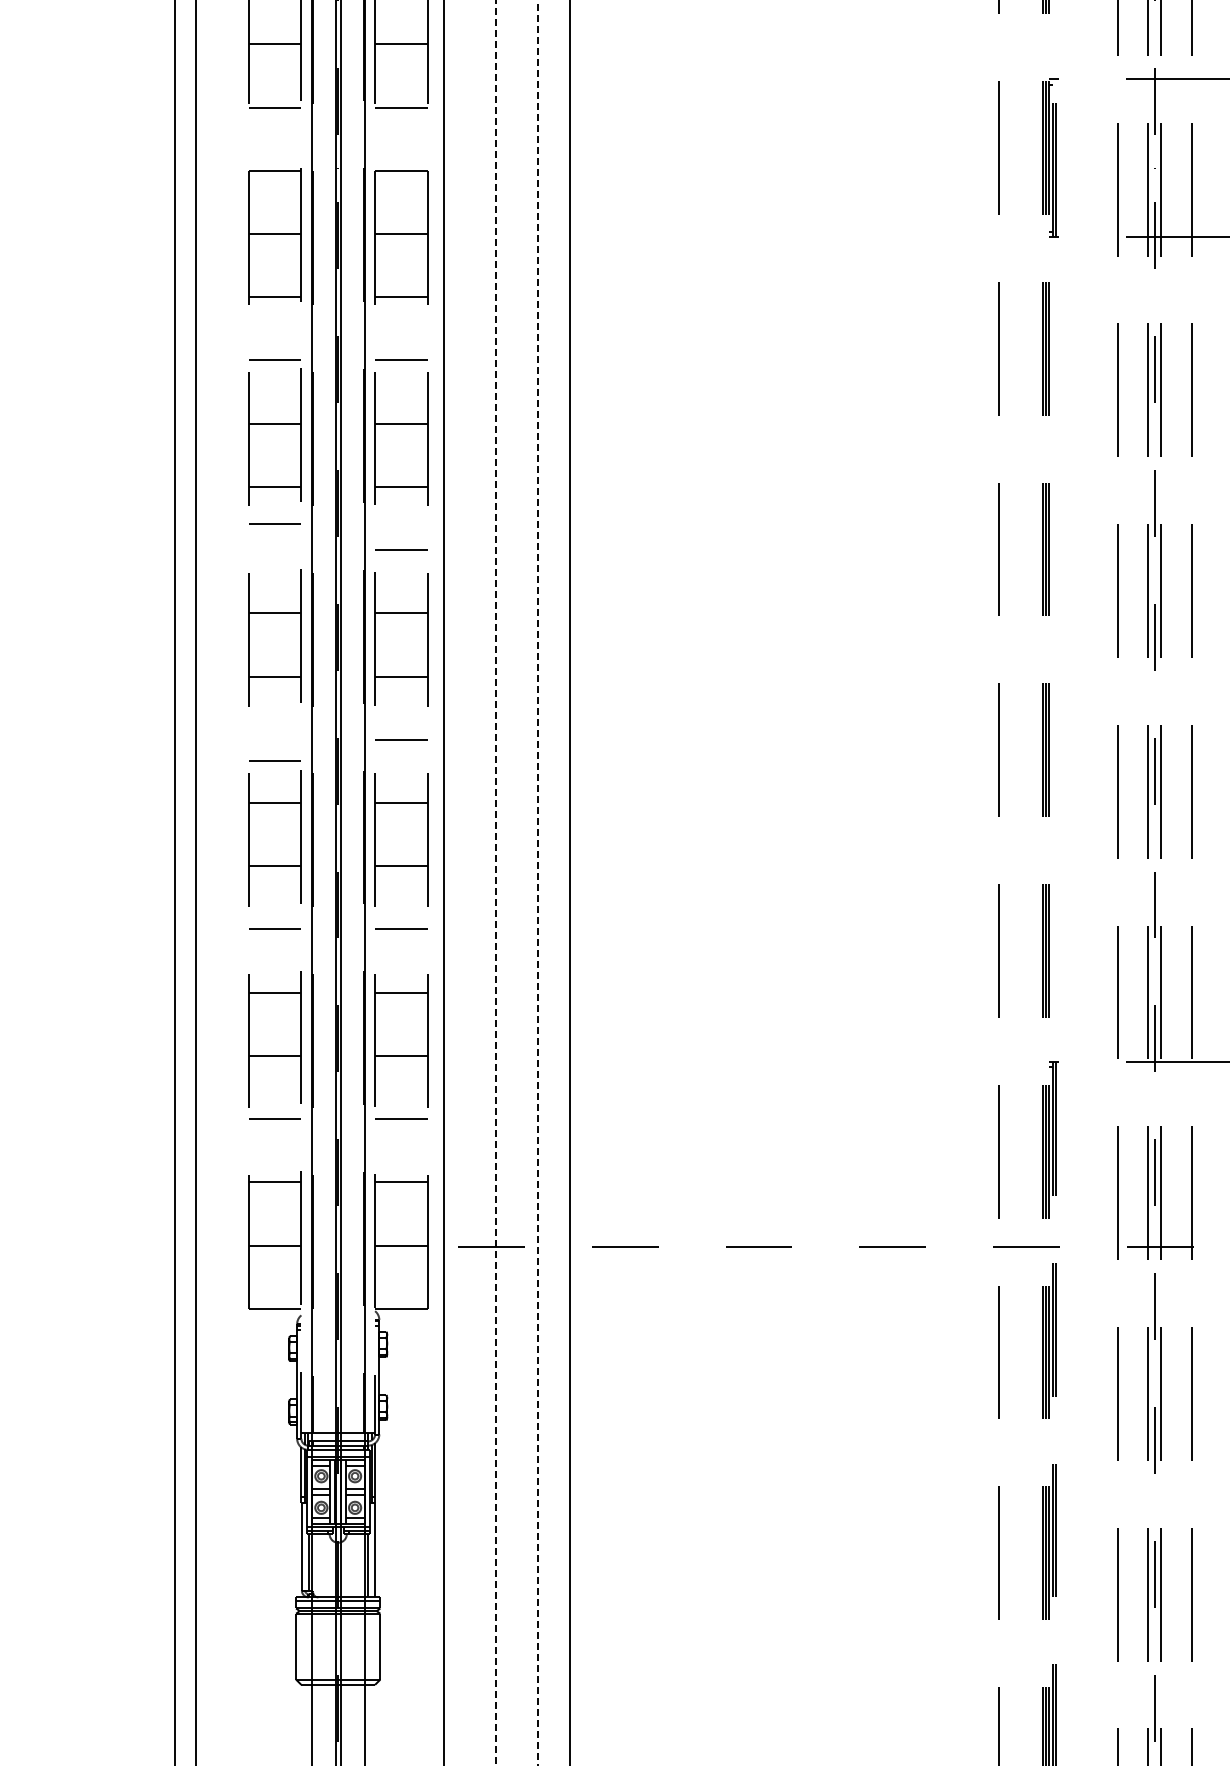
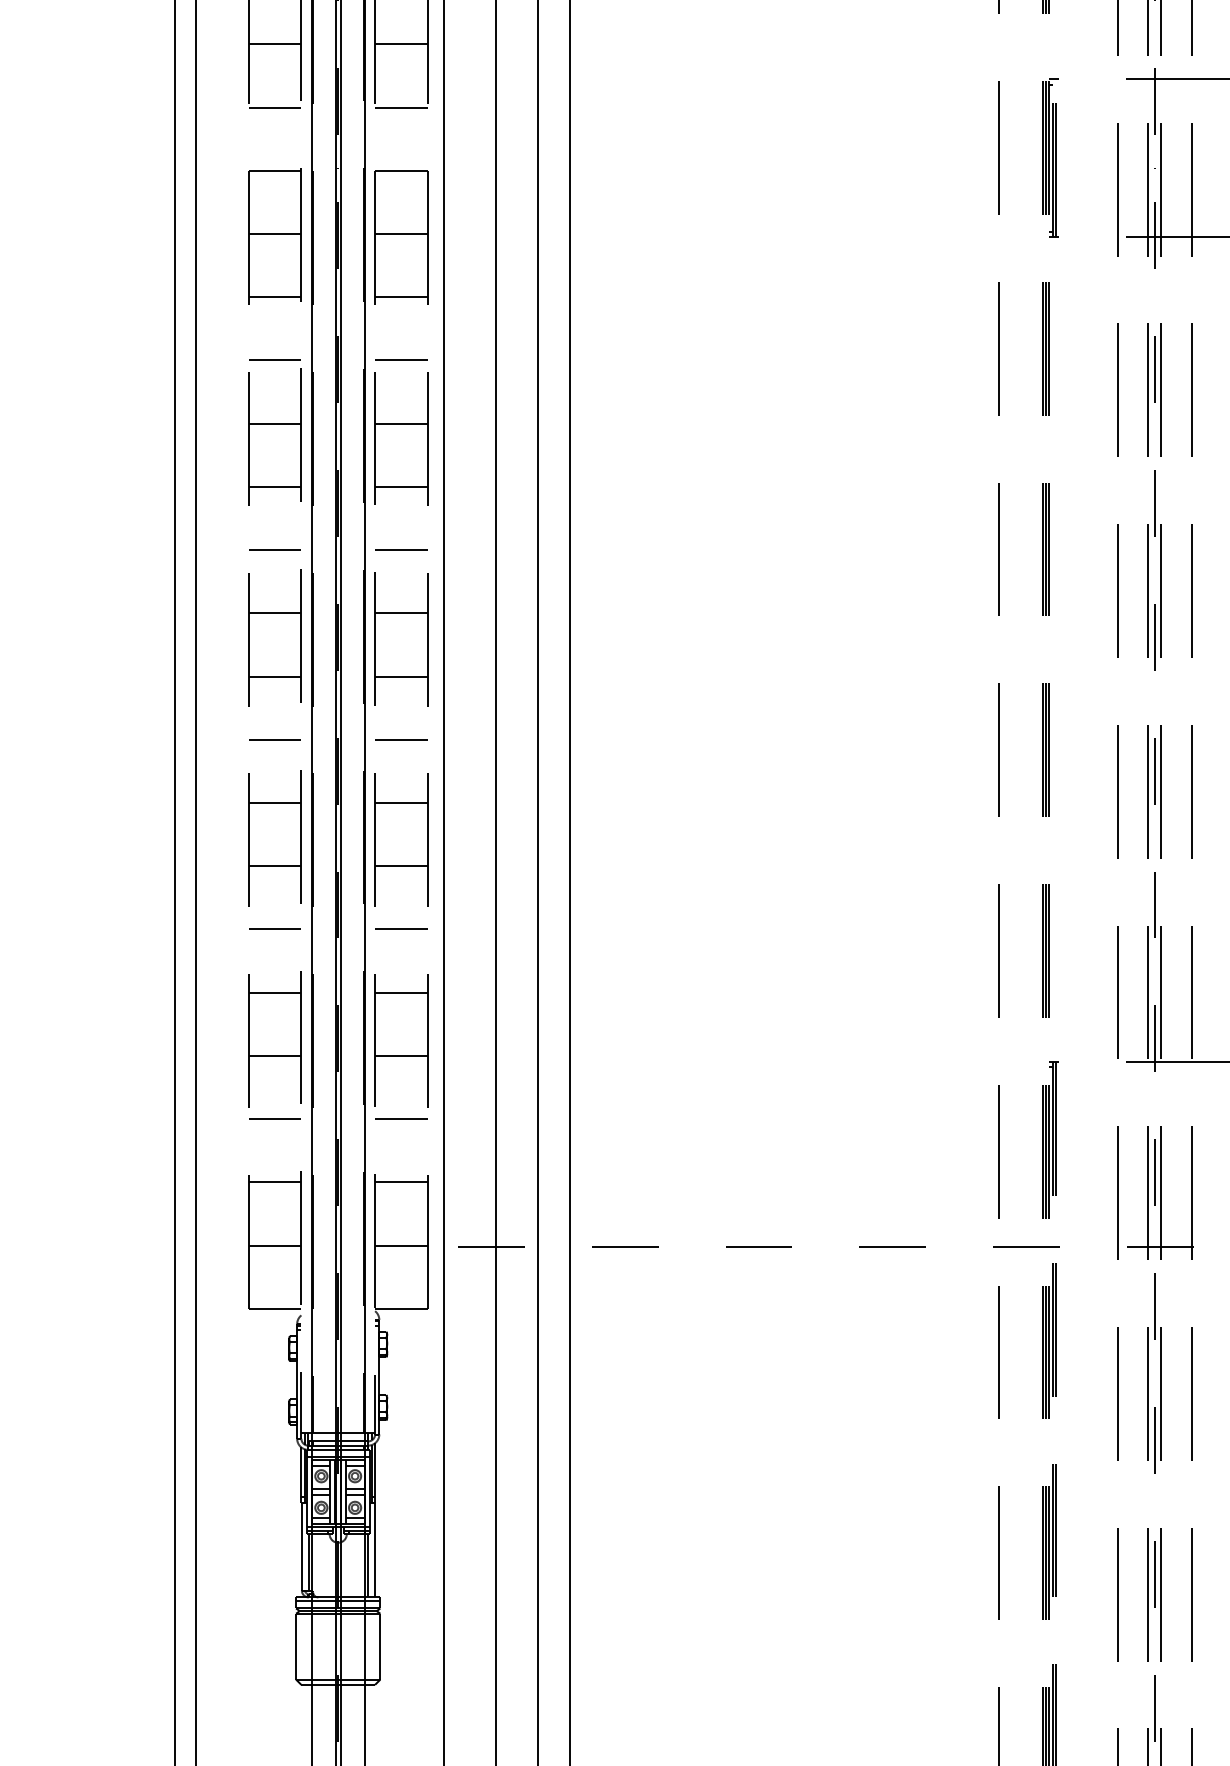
line at (274, 523) position: (274, 523) -> (274, 549)
line at (274, 760) position: (274, 760) -> (274, 739)
line at (496, 883): dashed -> solid
line at (538, 883): dashed -> solid
